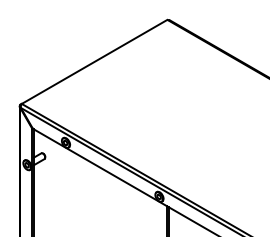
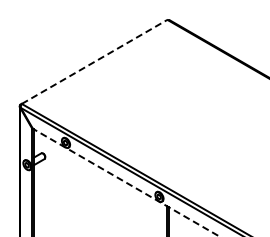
line at (94, 61): solid -> dashed
line at (126, 182): solid -> dashed
